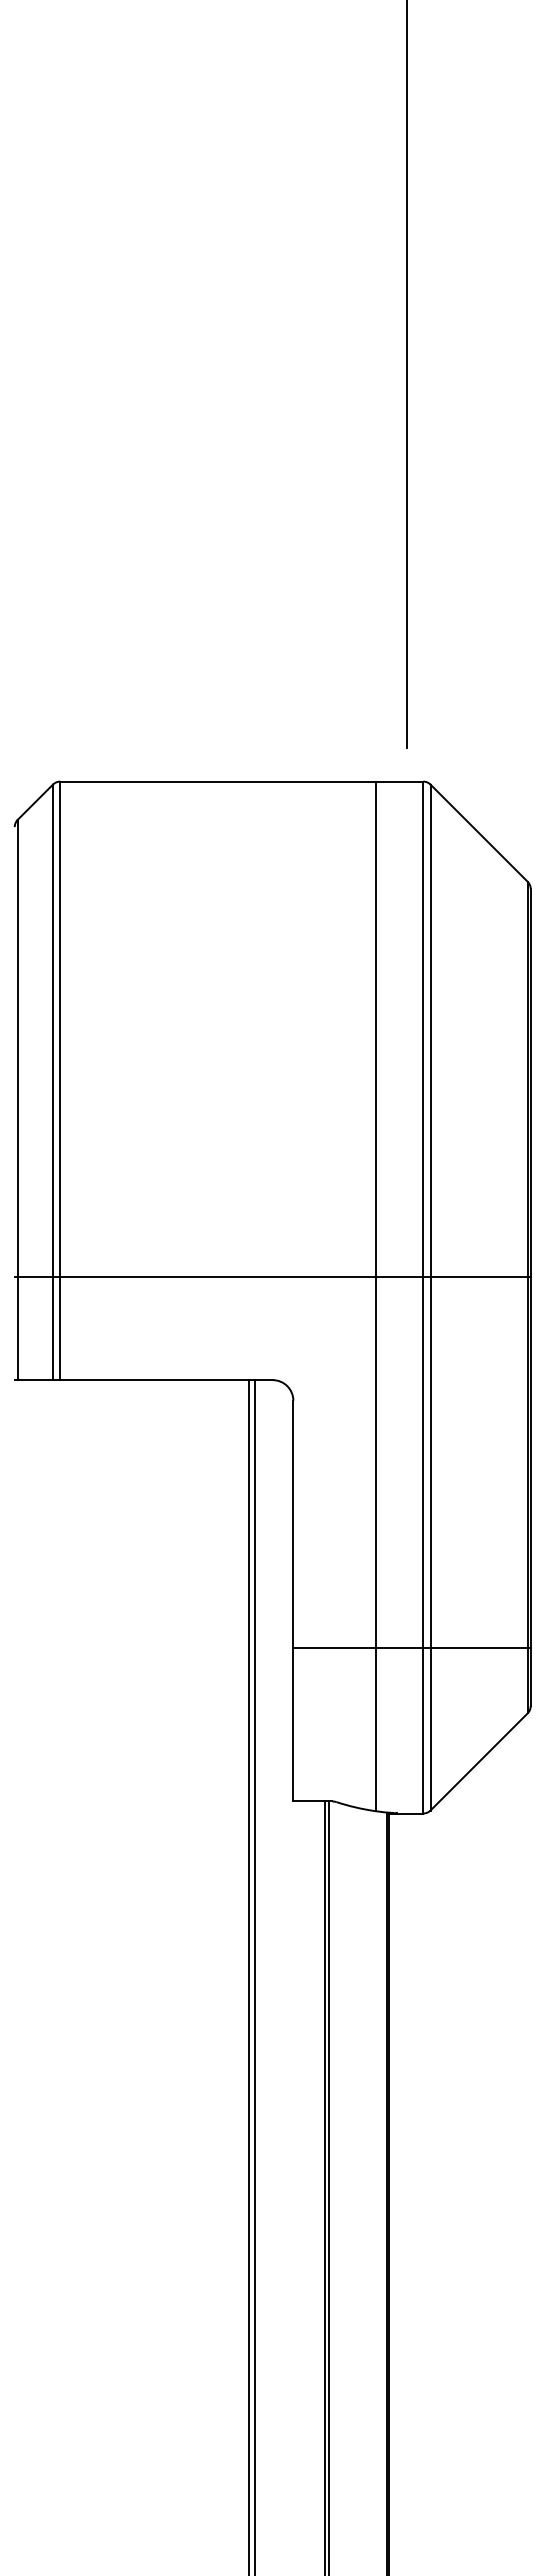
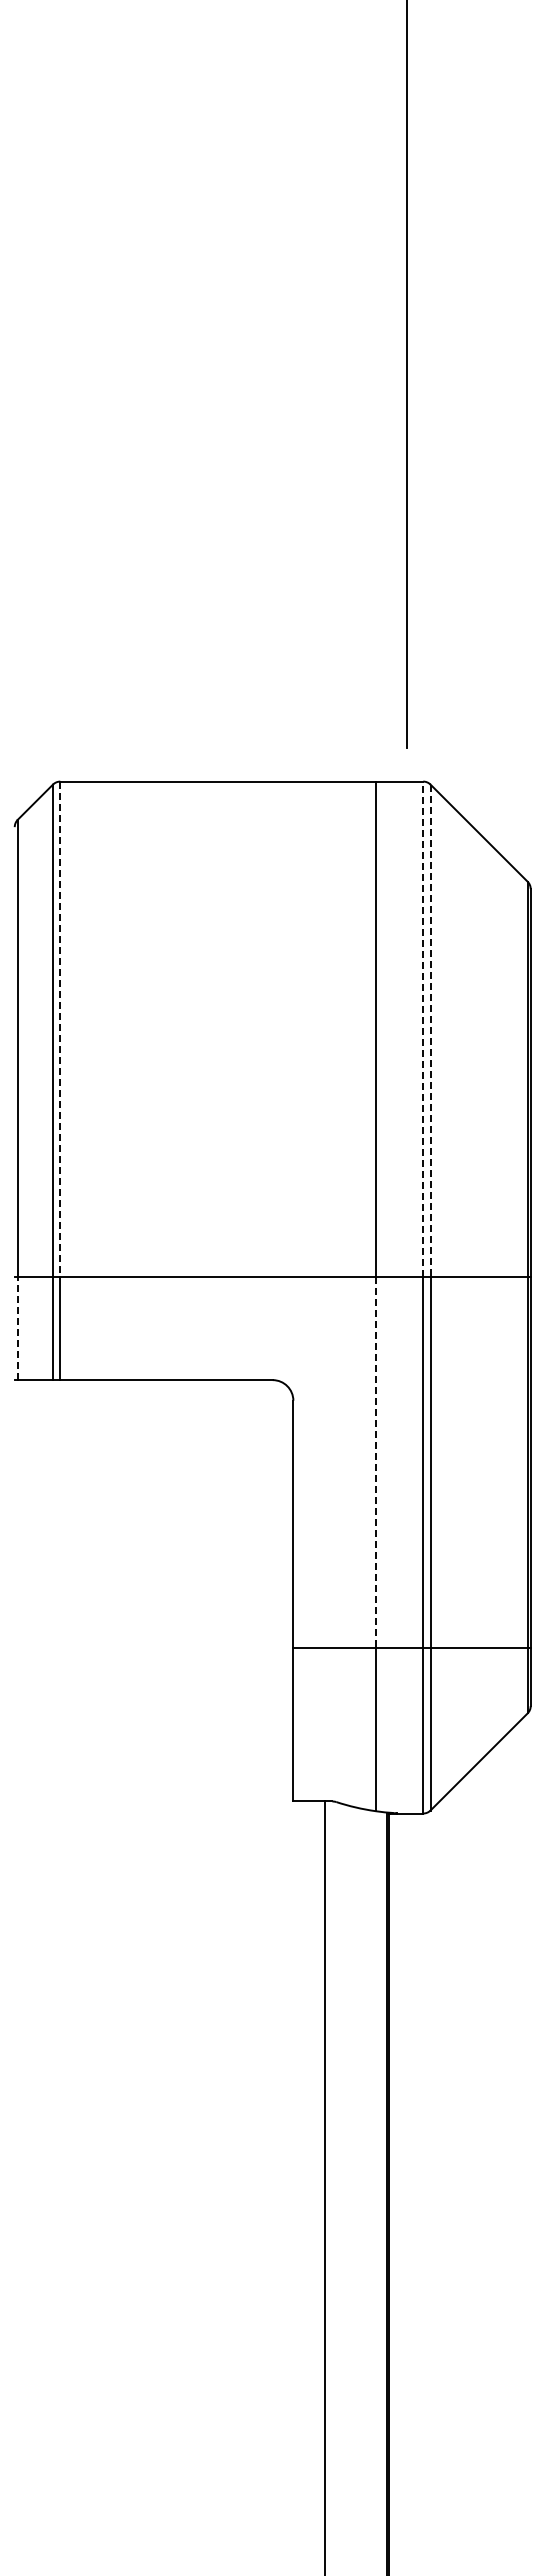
line at (60, 1029): solid -> dashed
line at (423, 1029): solid -> dashed
line at (430, 1031): solid -> dashed
line at (17, 1328): solid -> dashed
line at (375, 1462): solid -> dashed
line at (249, 1976): present -> none
line at (255, 1976): present -> none
line at (329, 2186): present -> none
